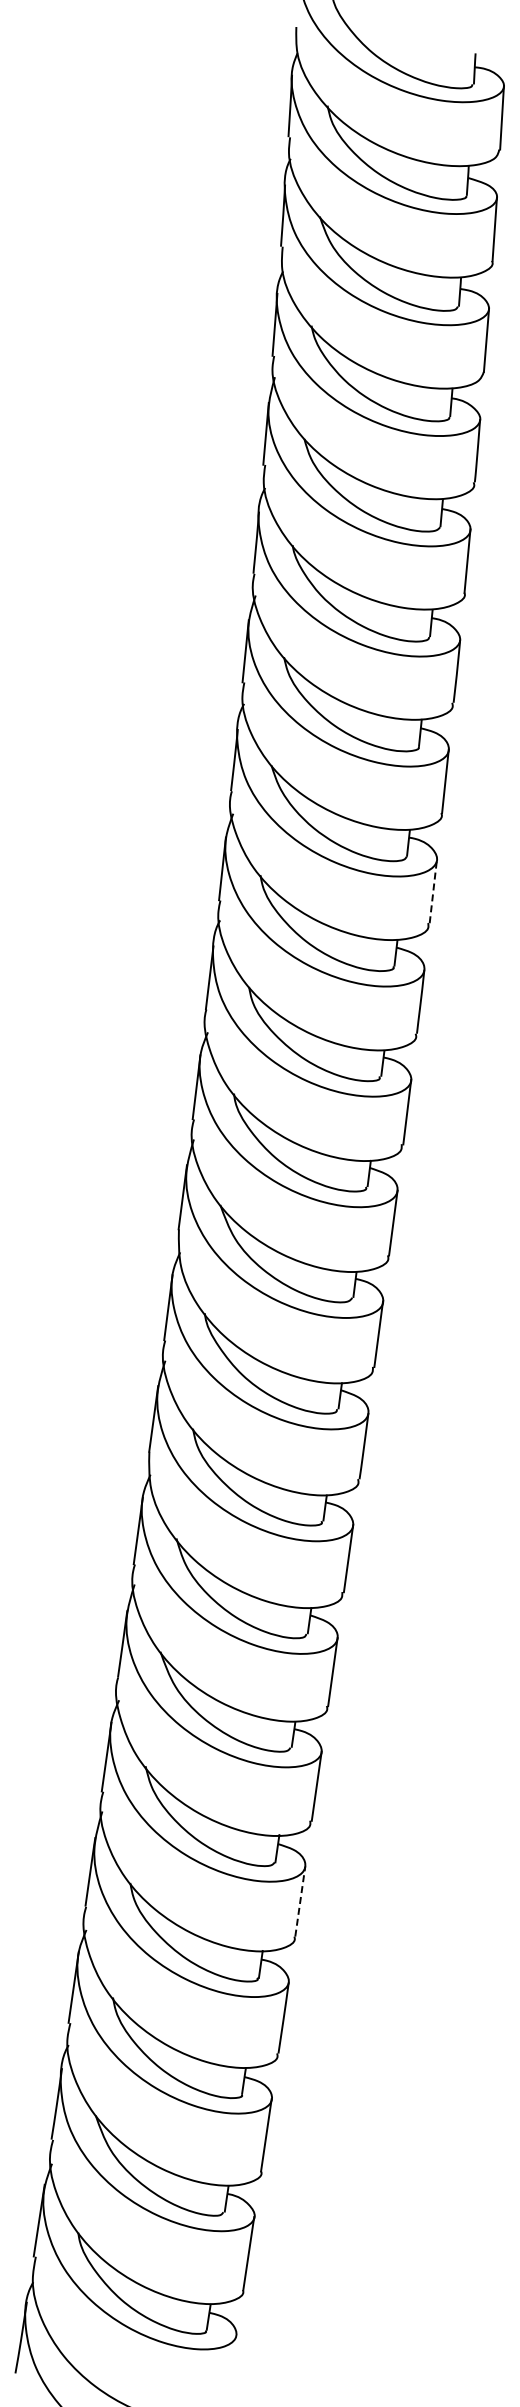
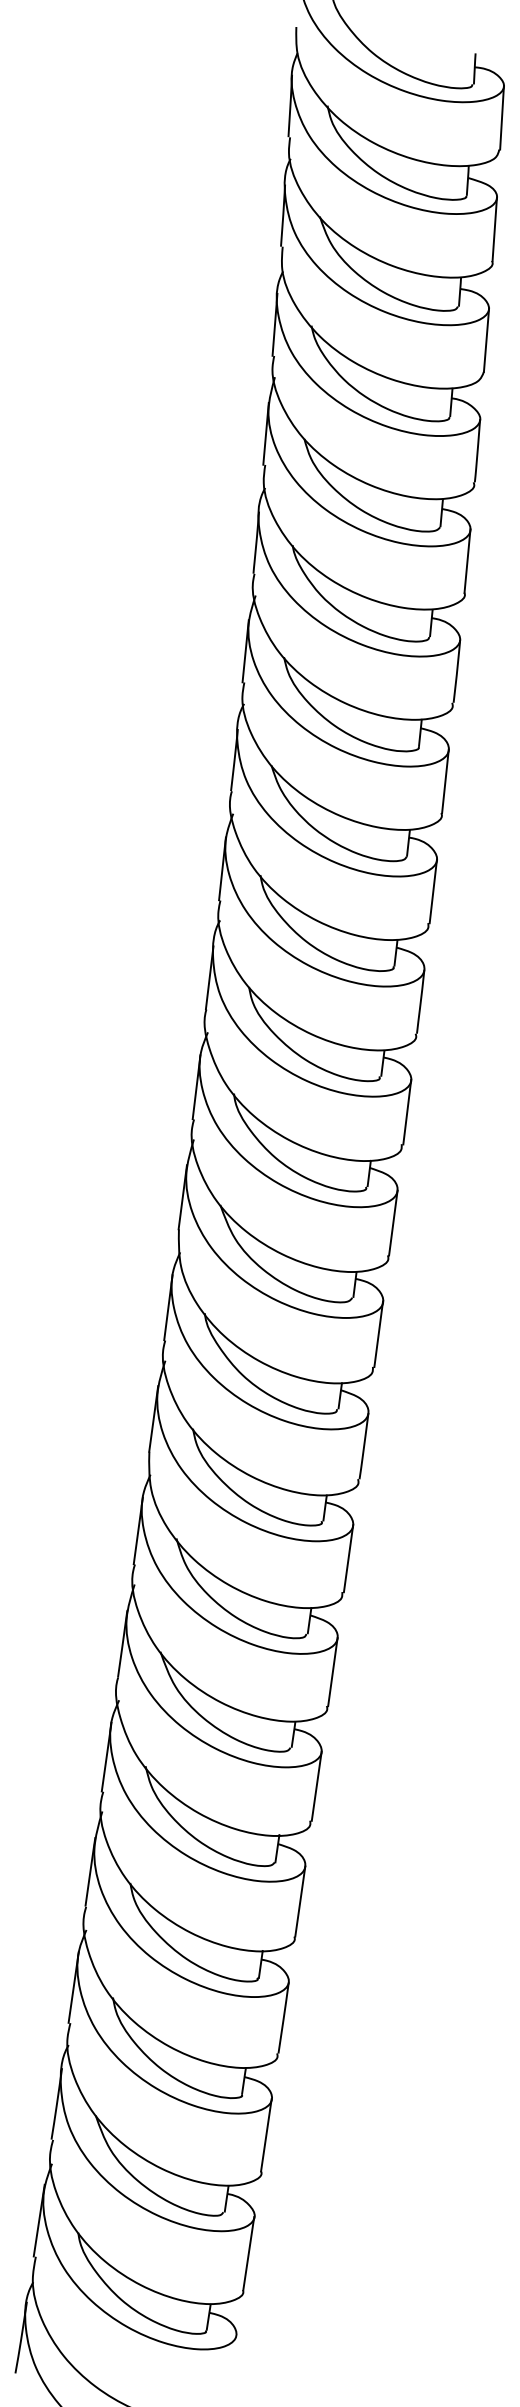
line at (433, 890): dashed -> solid
line at (300, 1901): dashed -> solid
